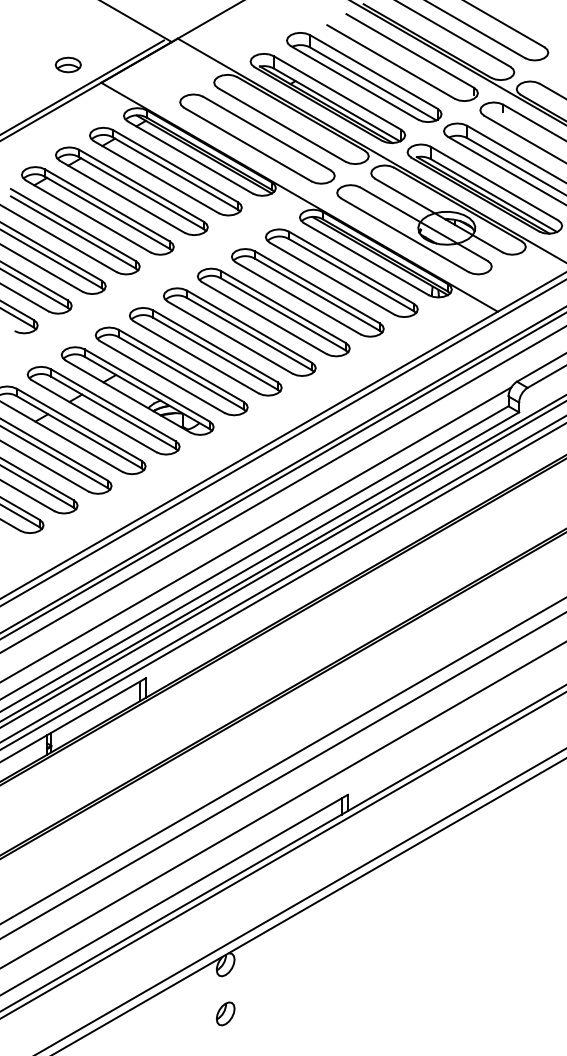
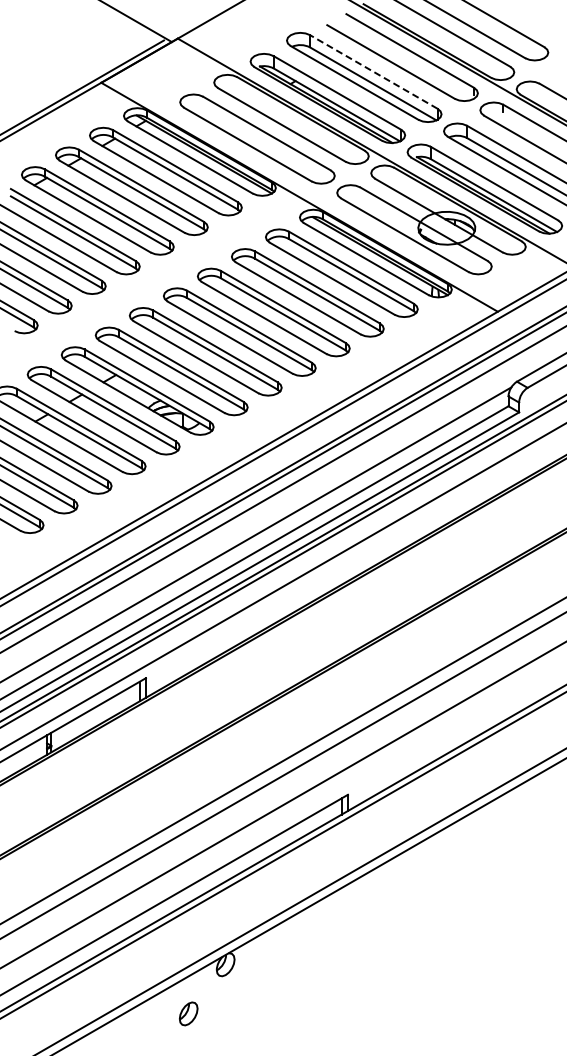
part at (67, 64): present -> none
line at (373, 71): solid -> dashed
line at (282, 579): present -> none
part at (225, 1013) position: (225, 1013) -> (188, 1013)
